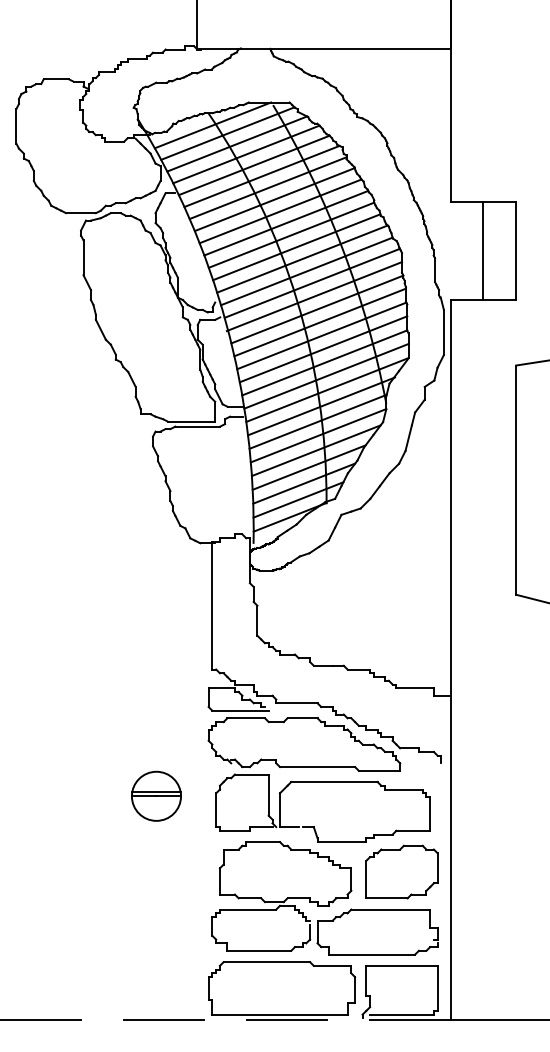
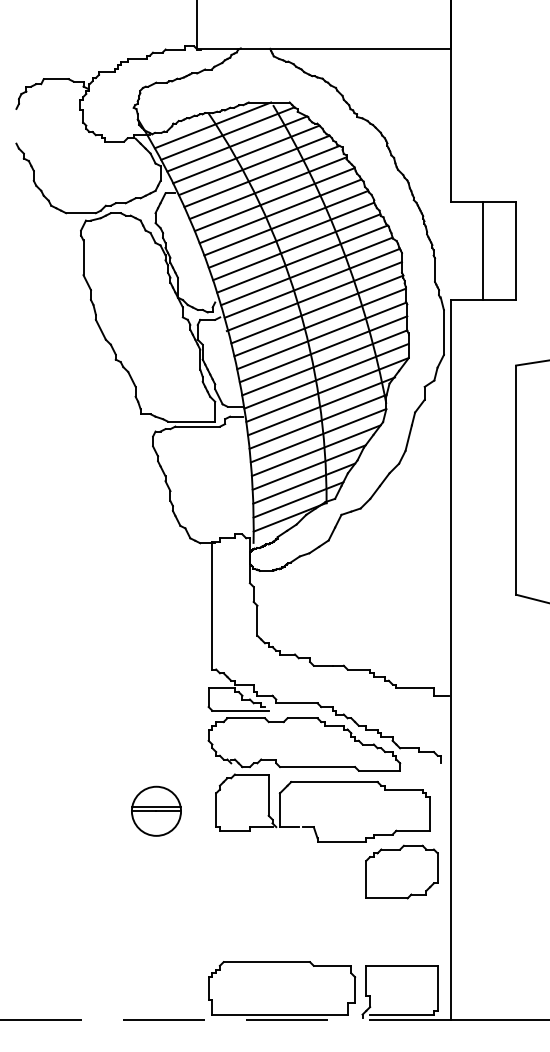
line at (16, 125): present -> none
part at (156, 795) position: (156, 795) -> (156, 810)
part at (324, 898): present -> none
